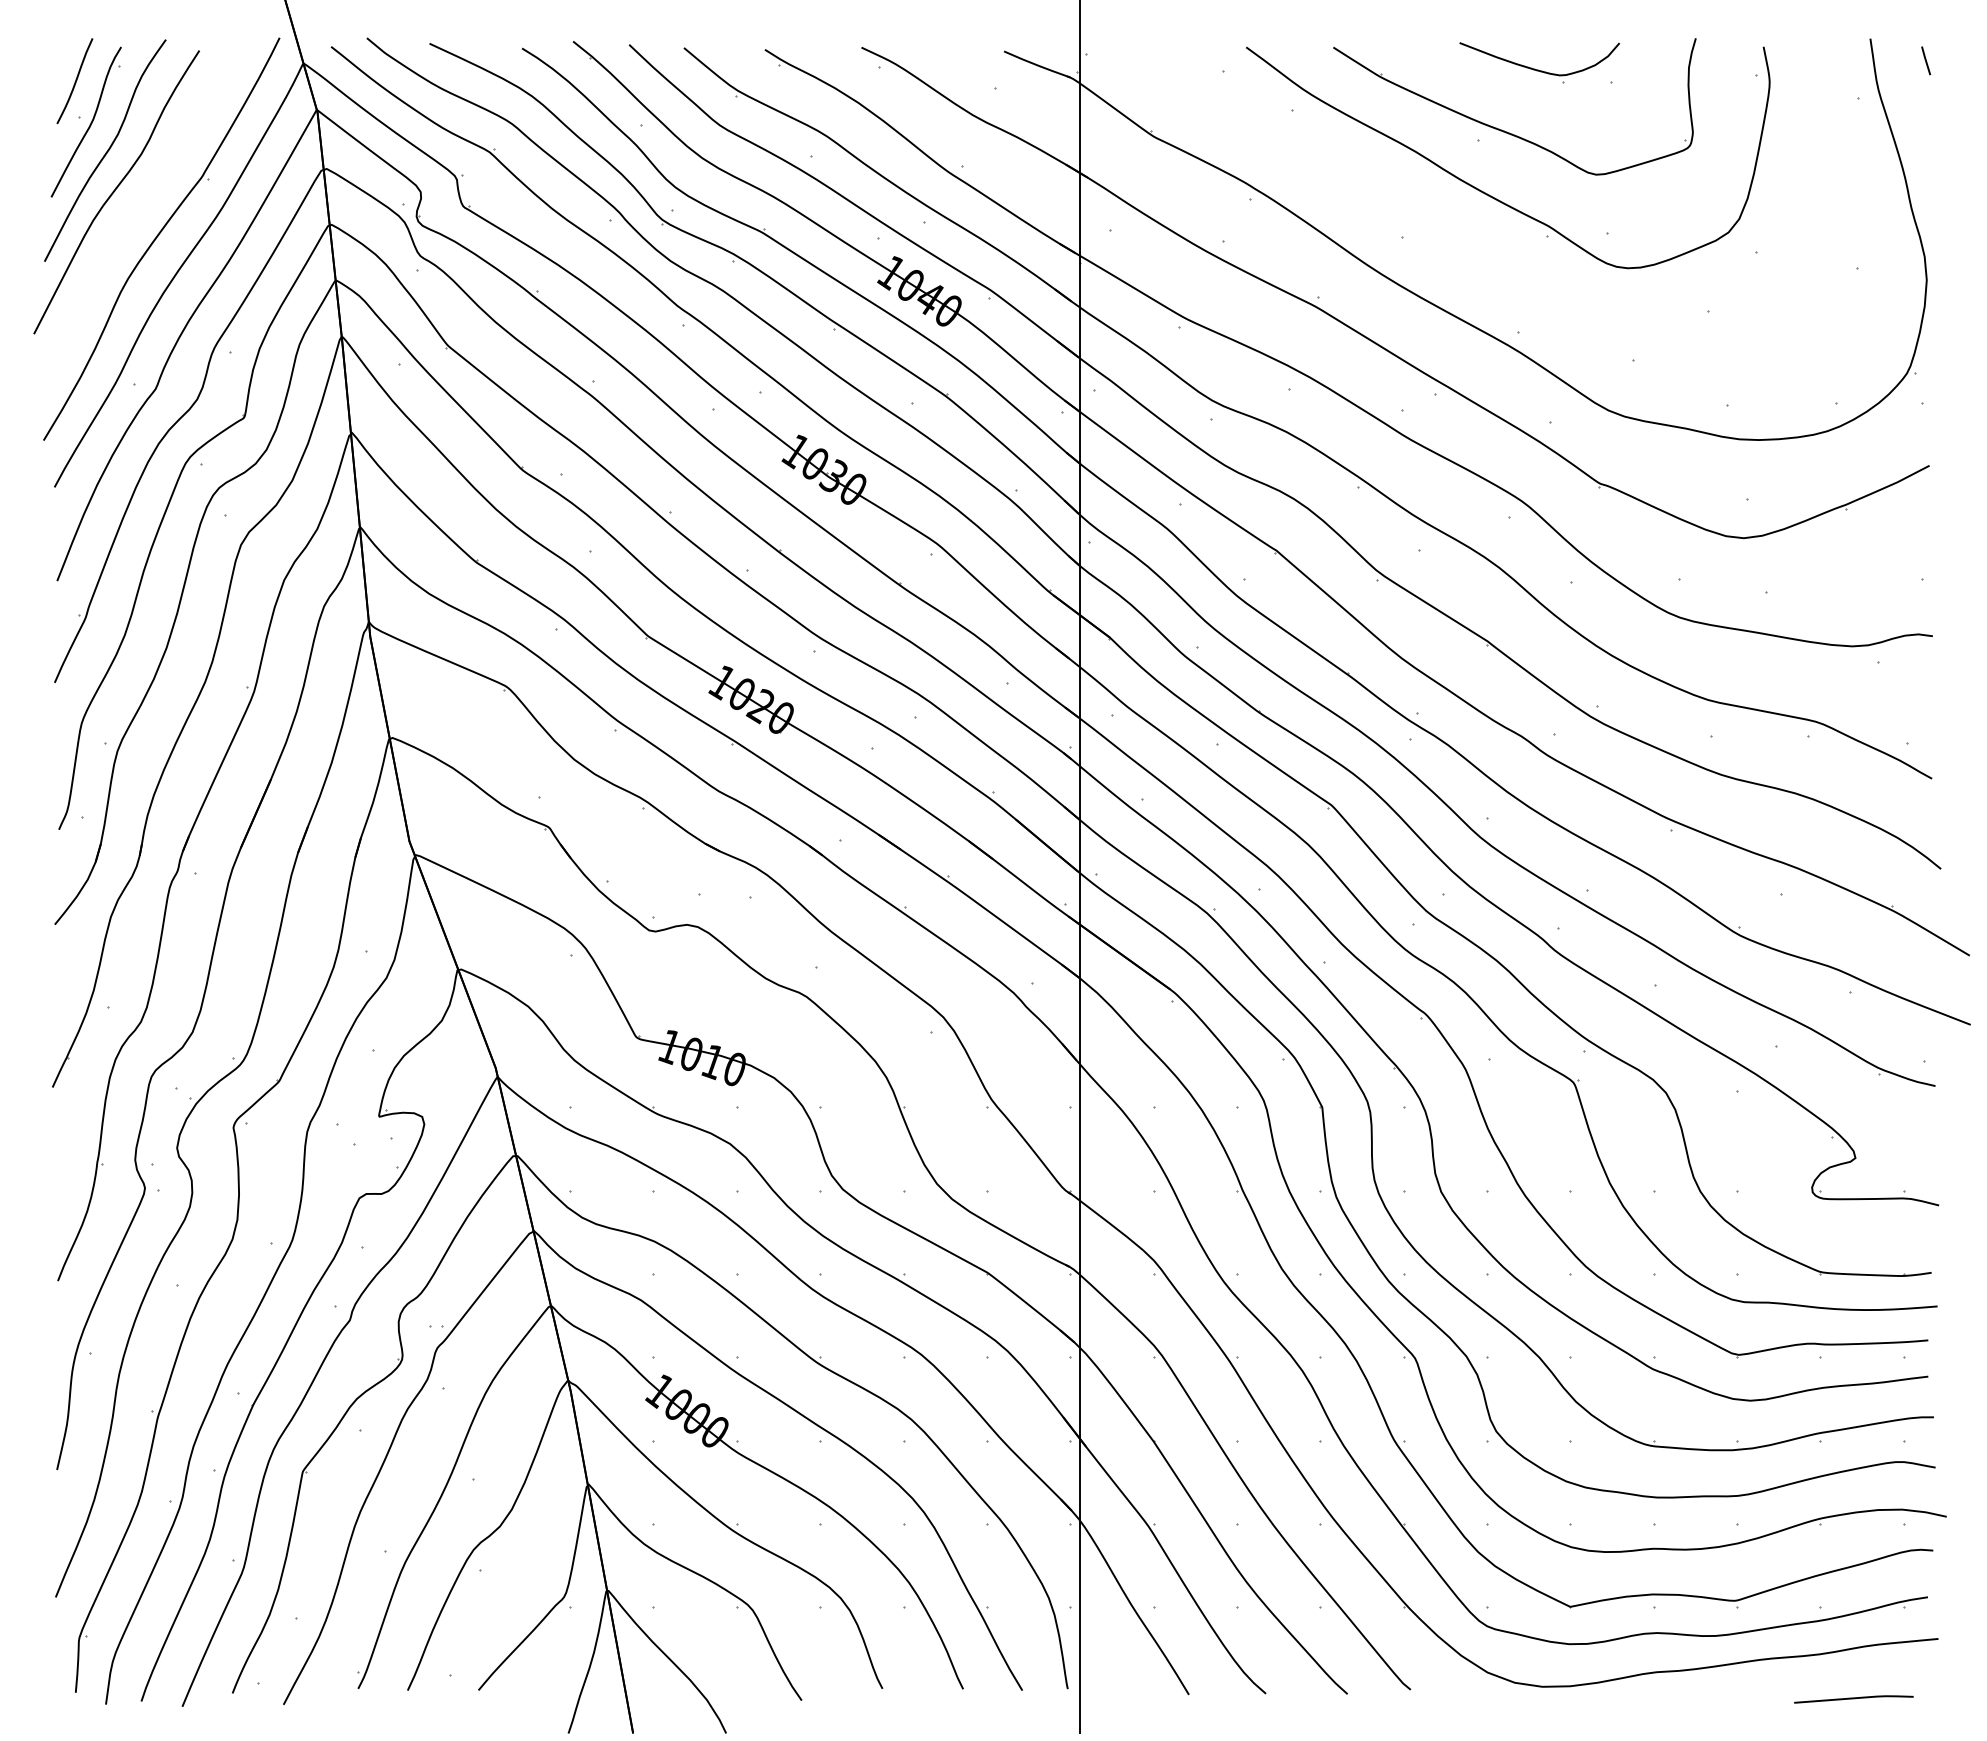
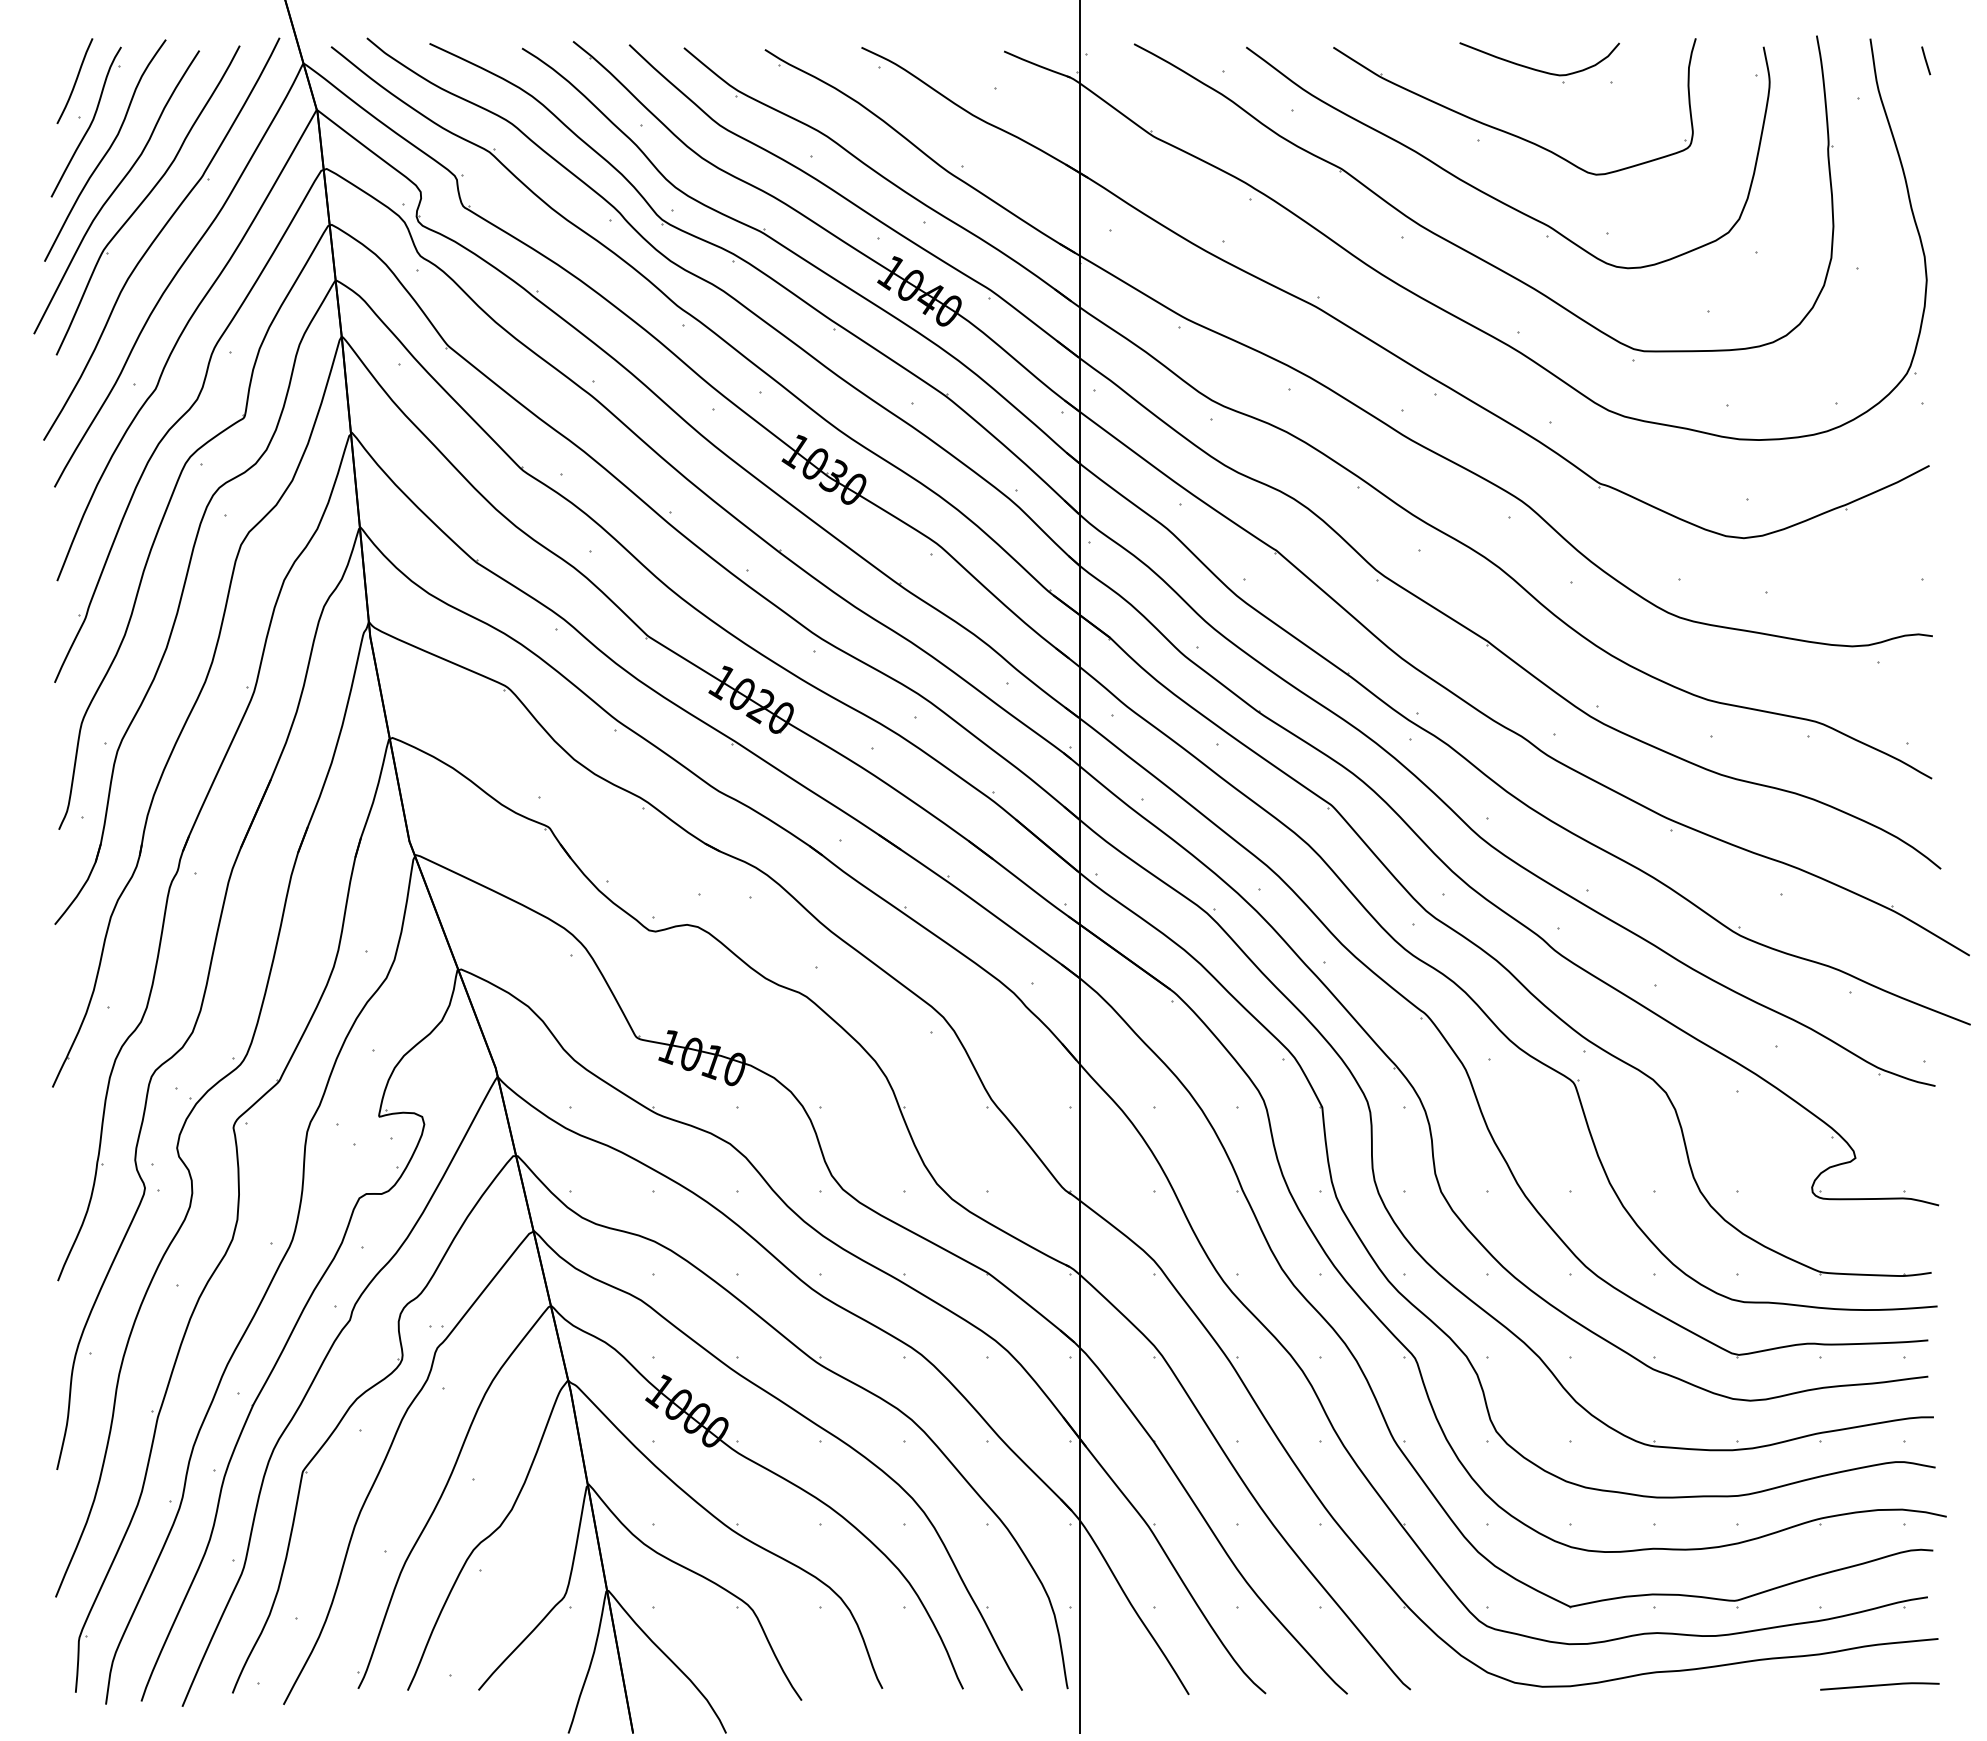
part at (147, 200): none -> present
part at (1451, 241): none -> present
line at (1853, 1699) position: (1853, 1699) -> (1879, 1686)
